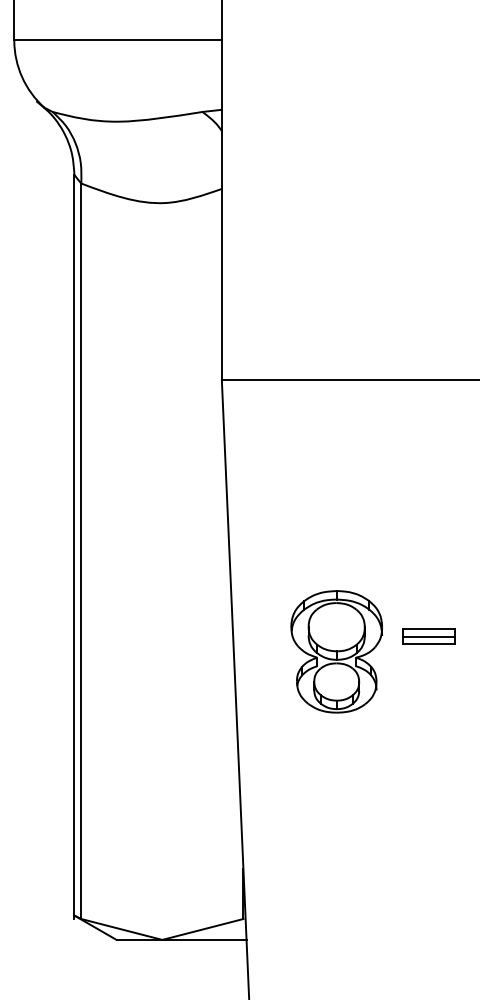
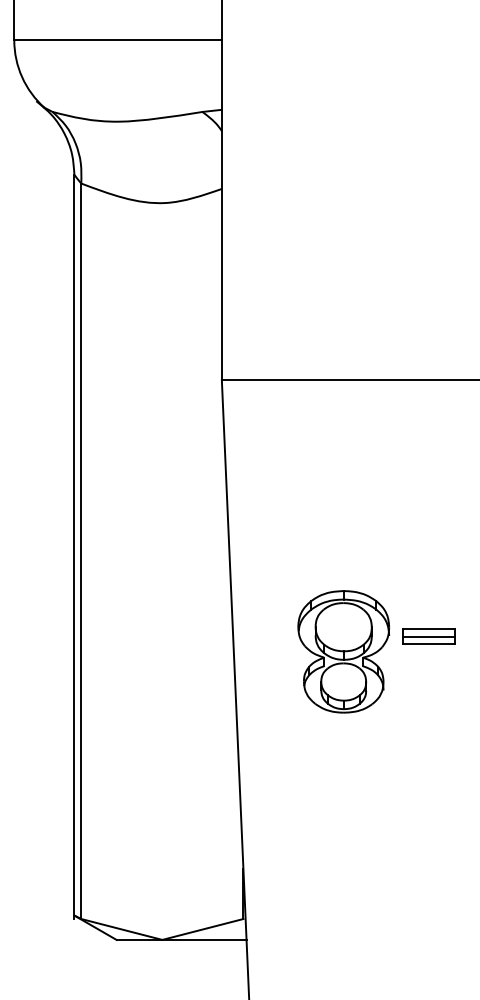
part at (336, 651) position: (336, 651) -> (343, 651)
